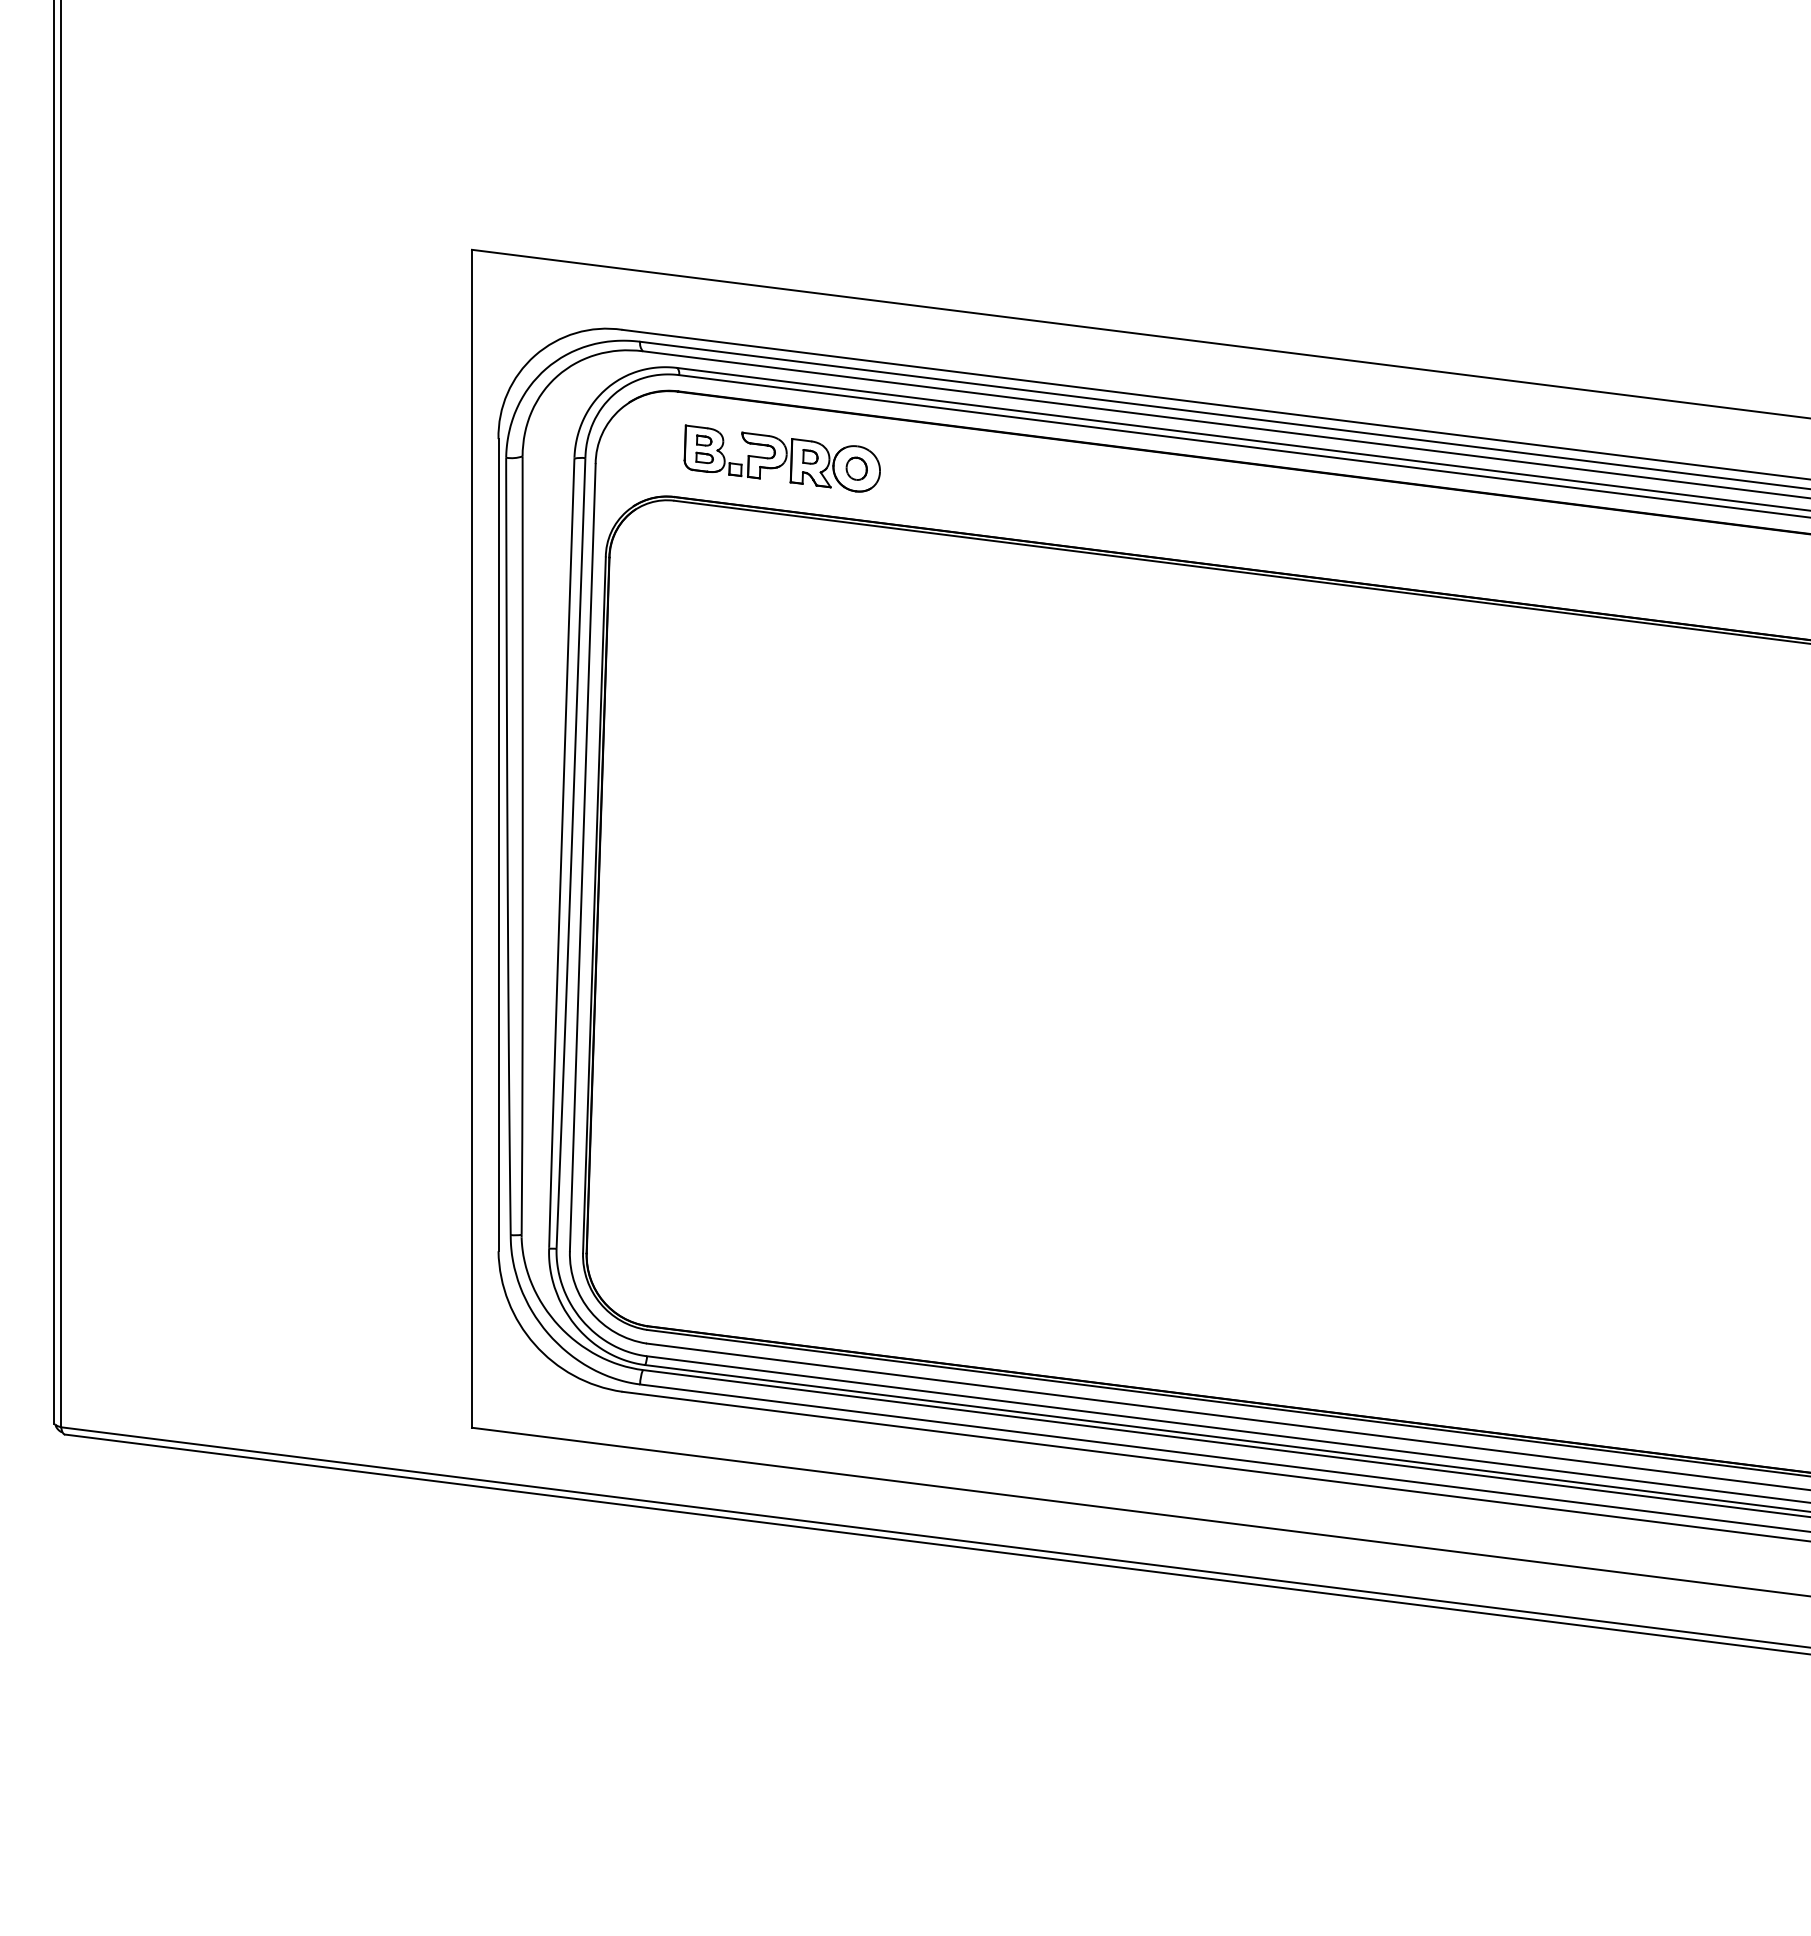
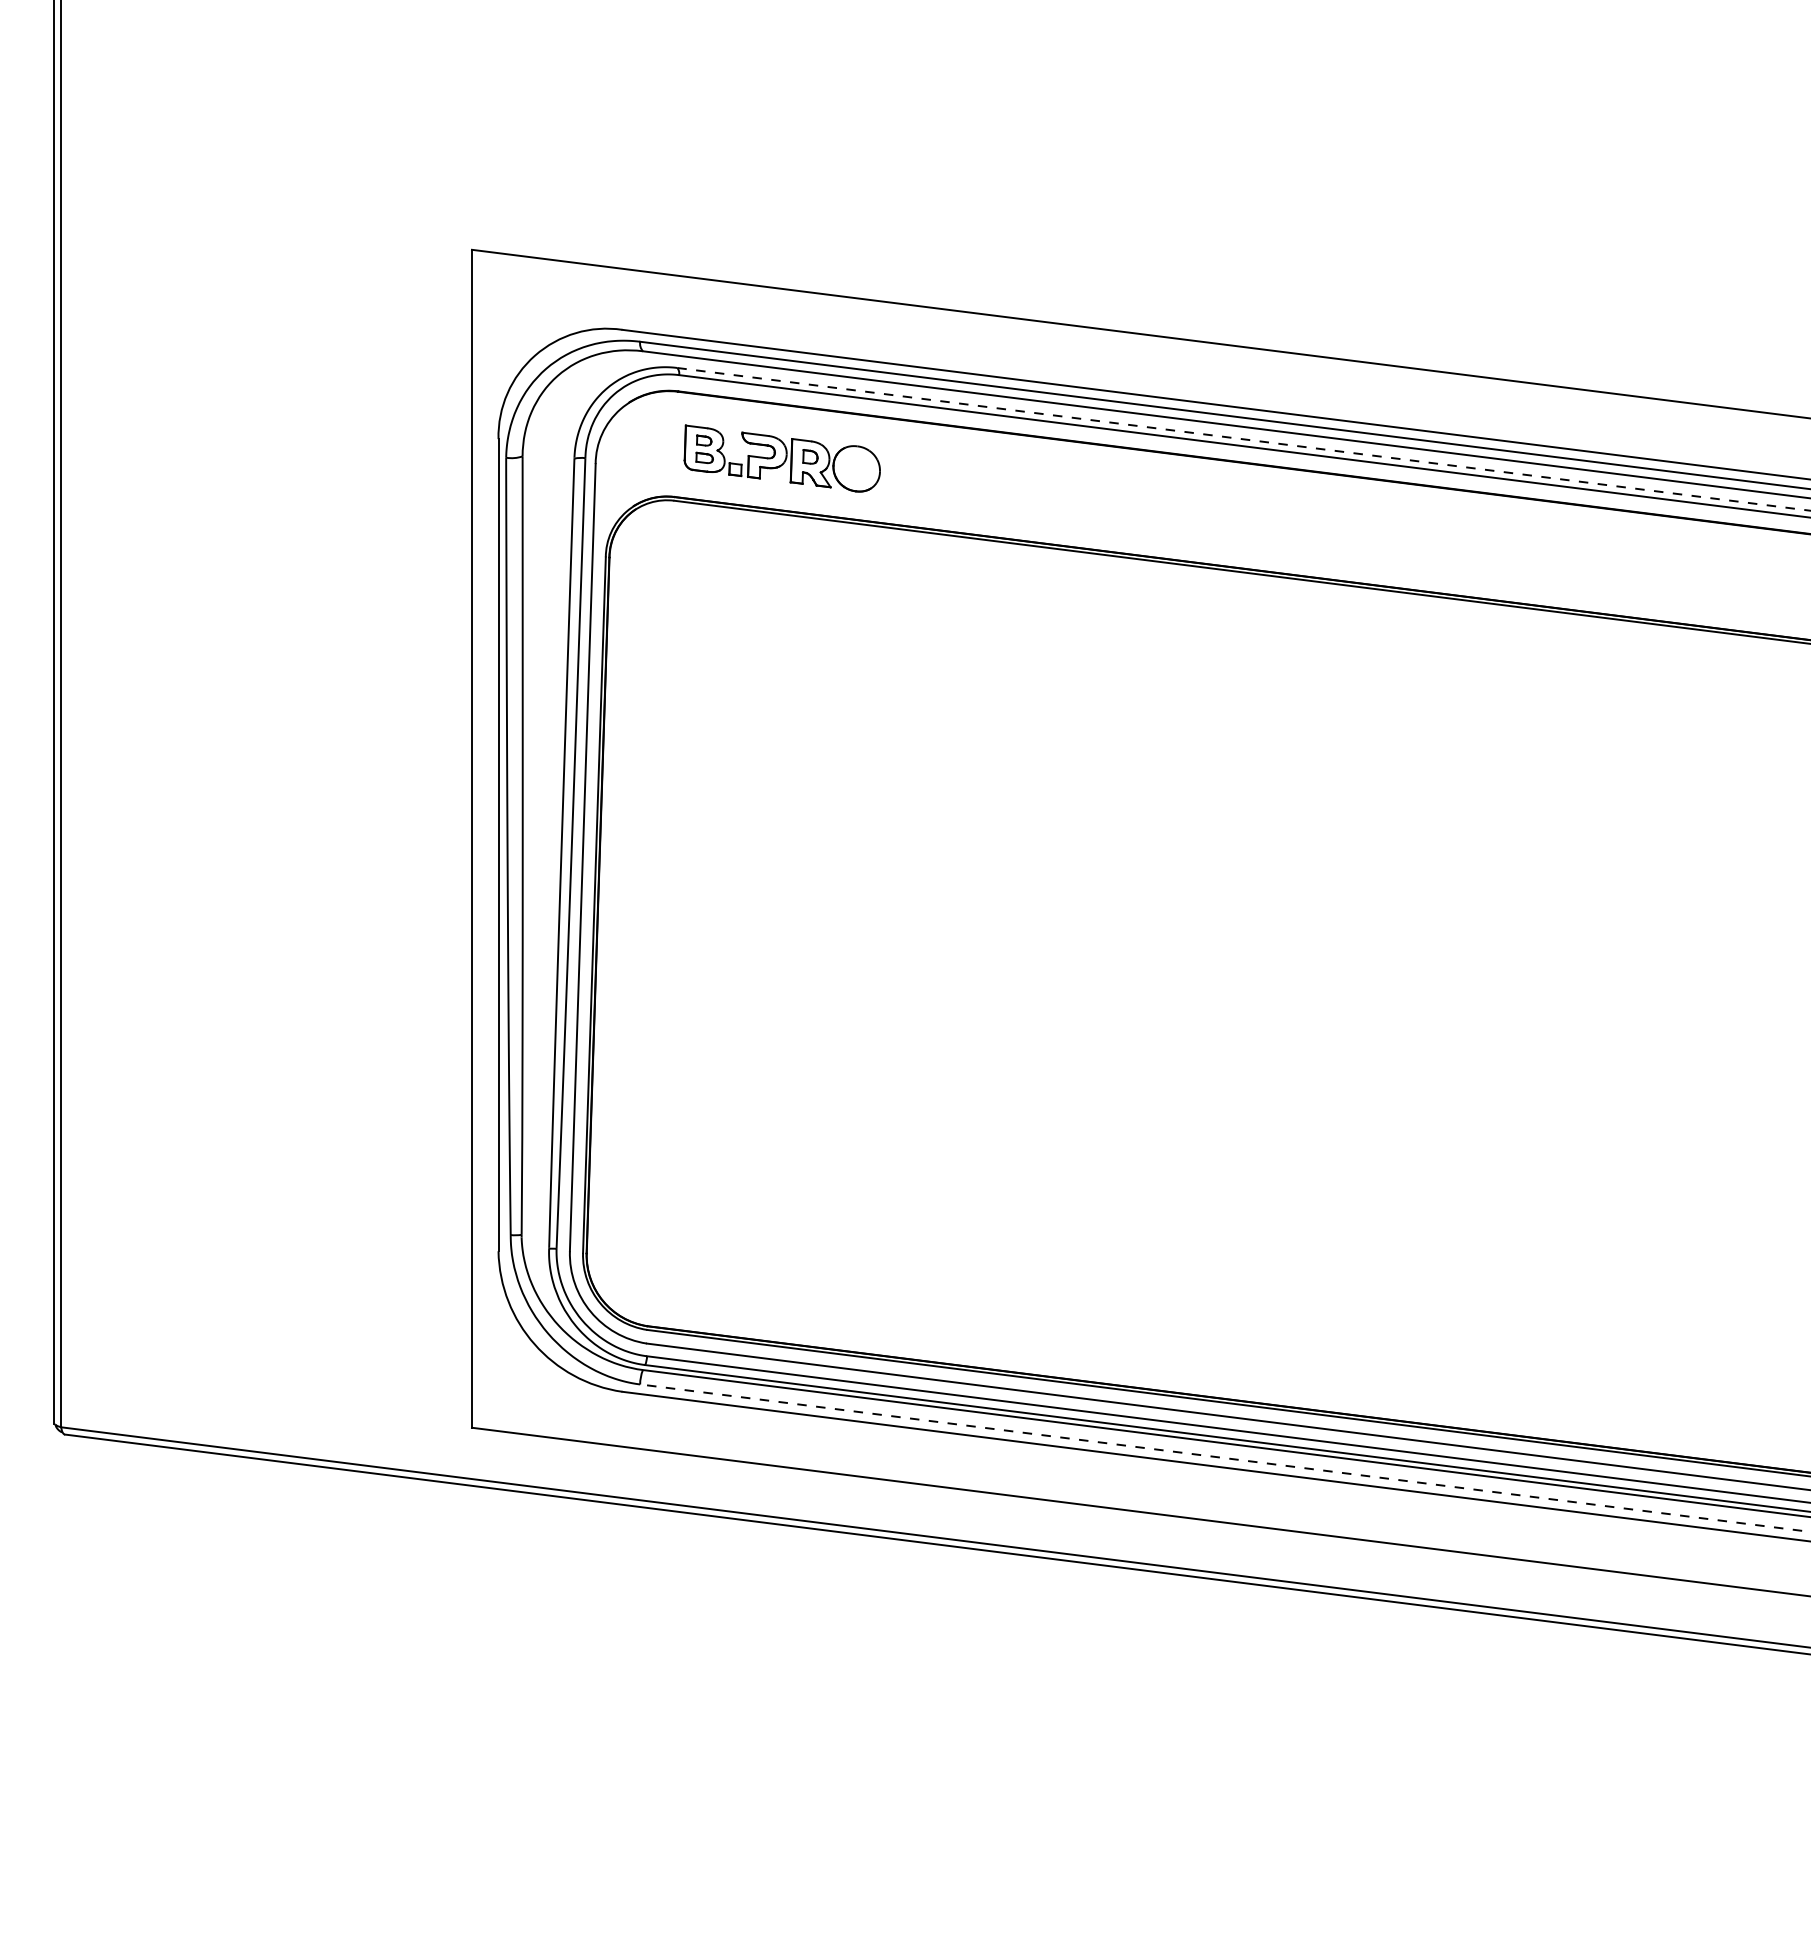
line at (1243, 439): solid -> dashed
part at (856, 468): present -> none
line at (1225, 1458): solid -> dashed
